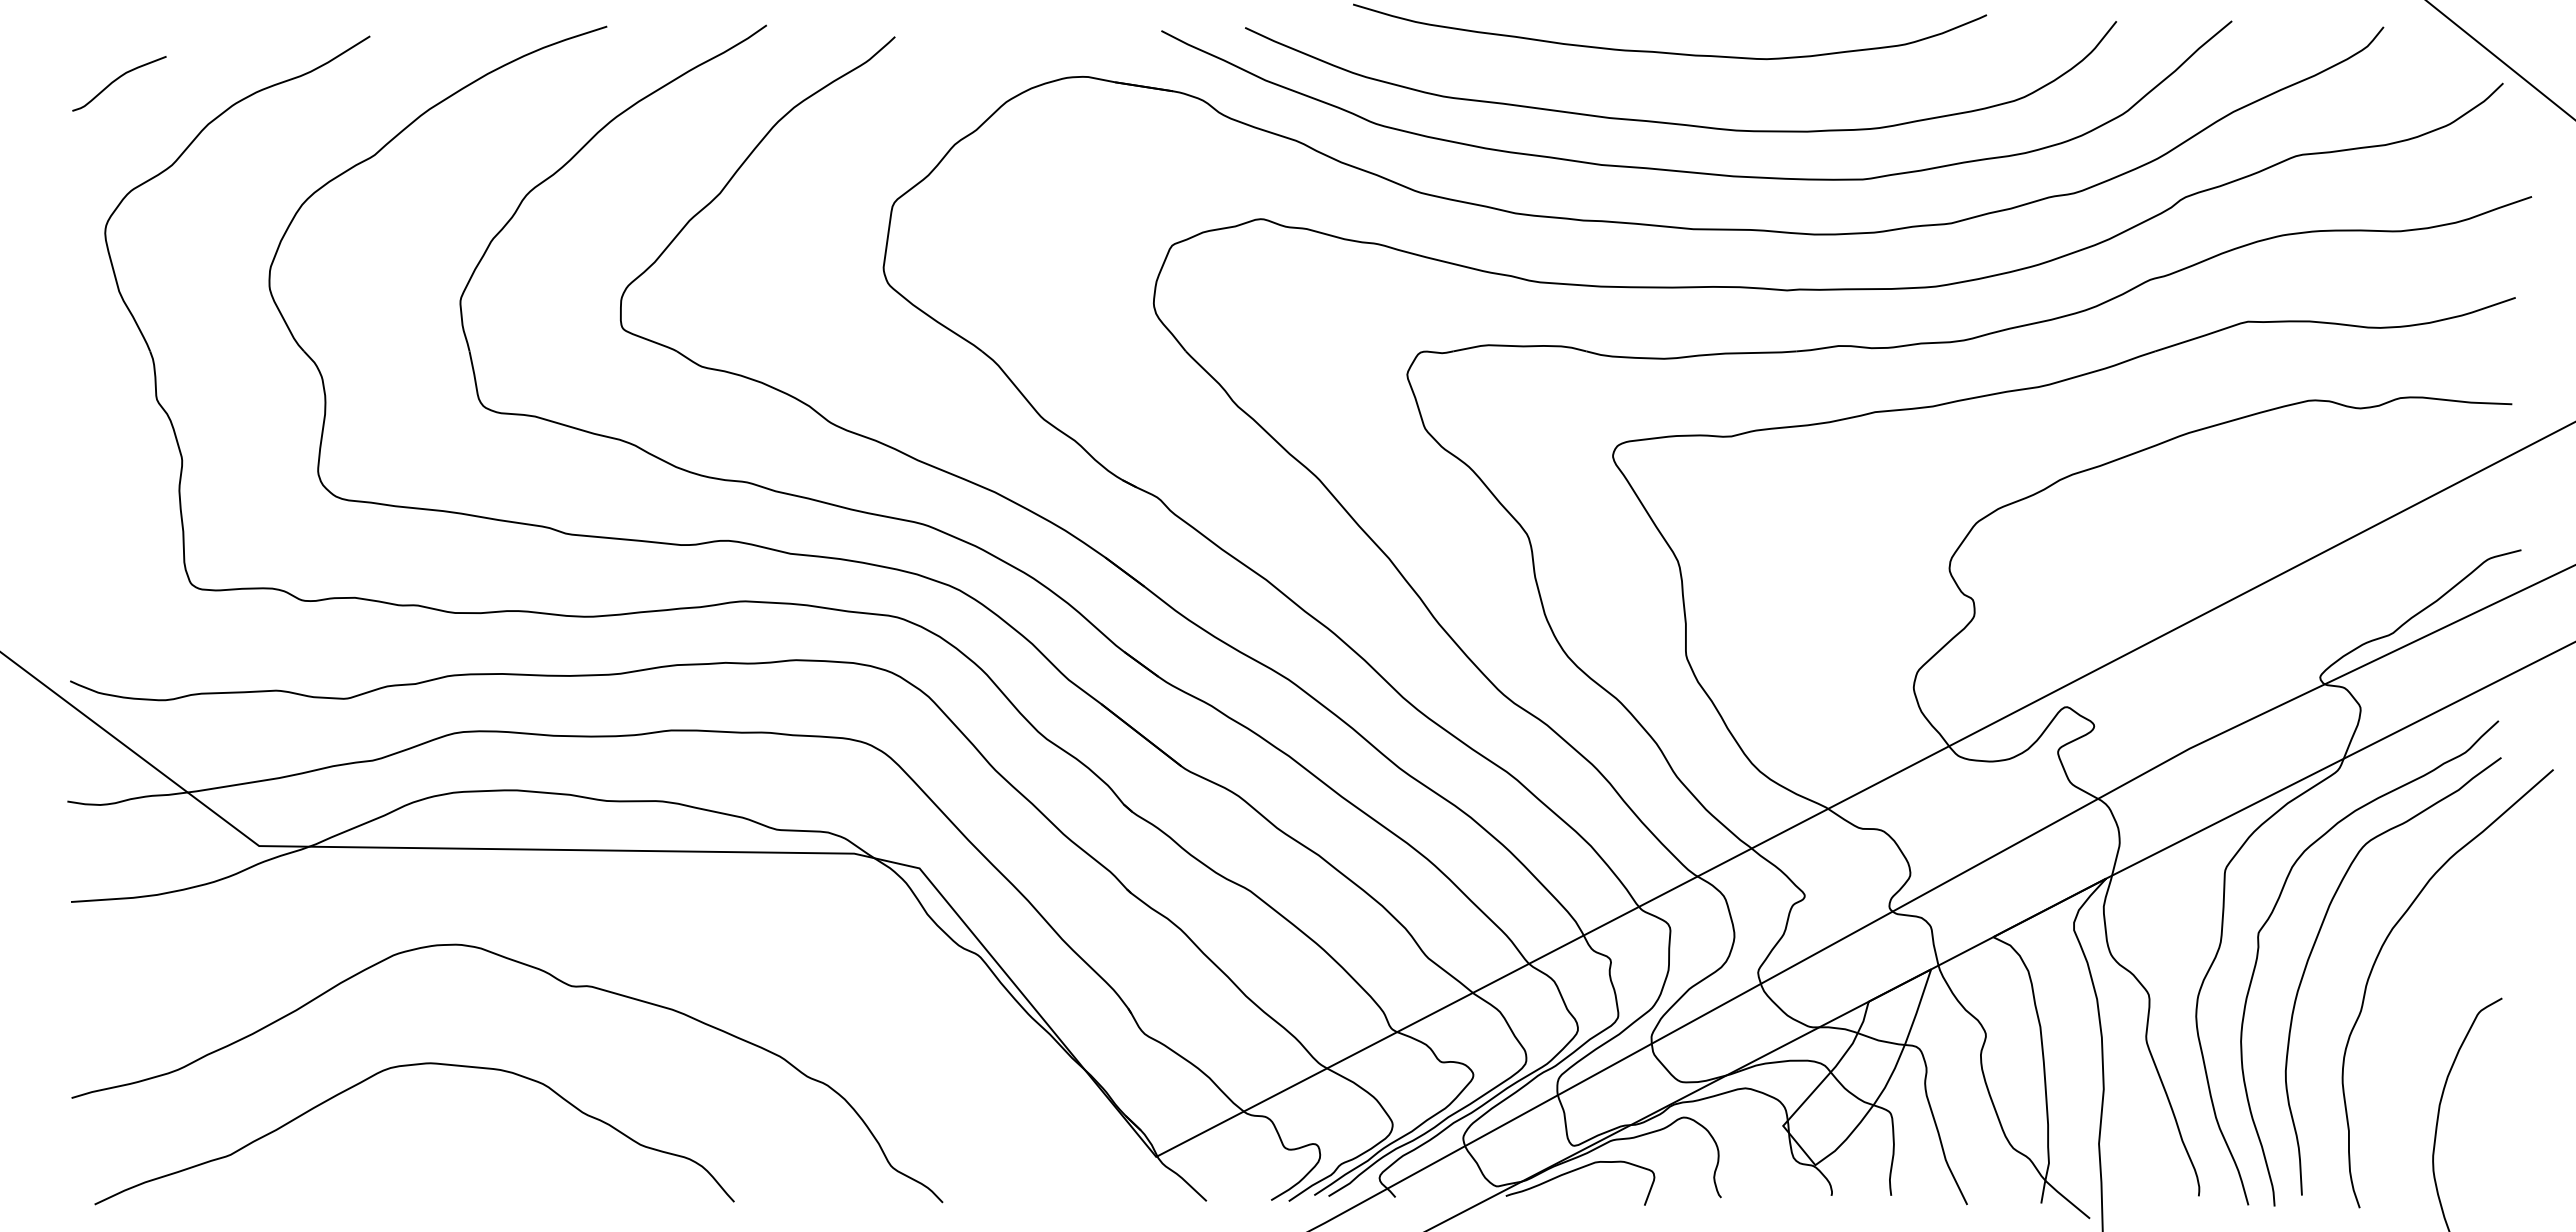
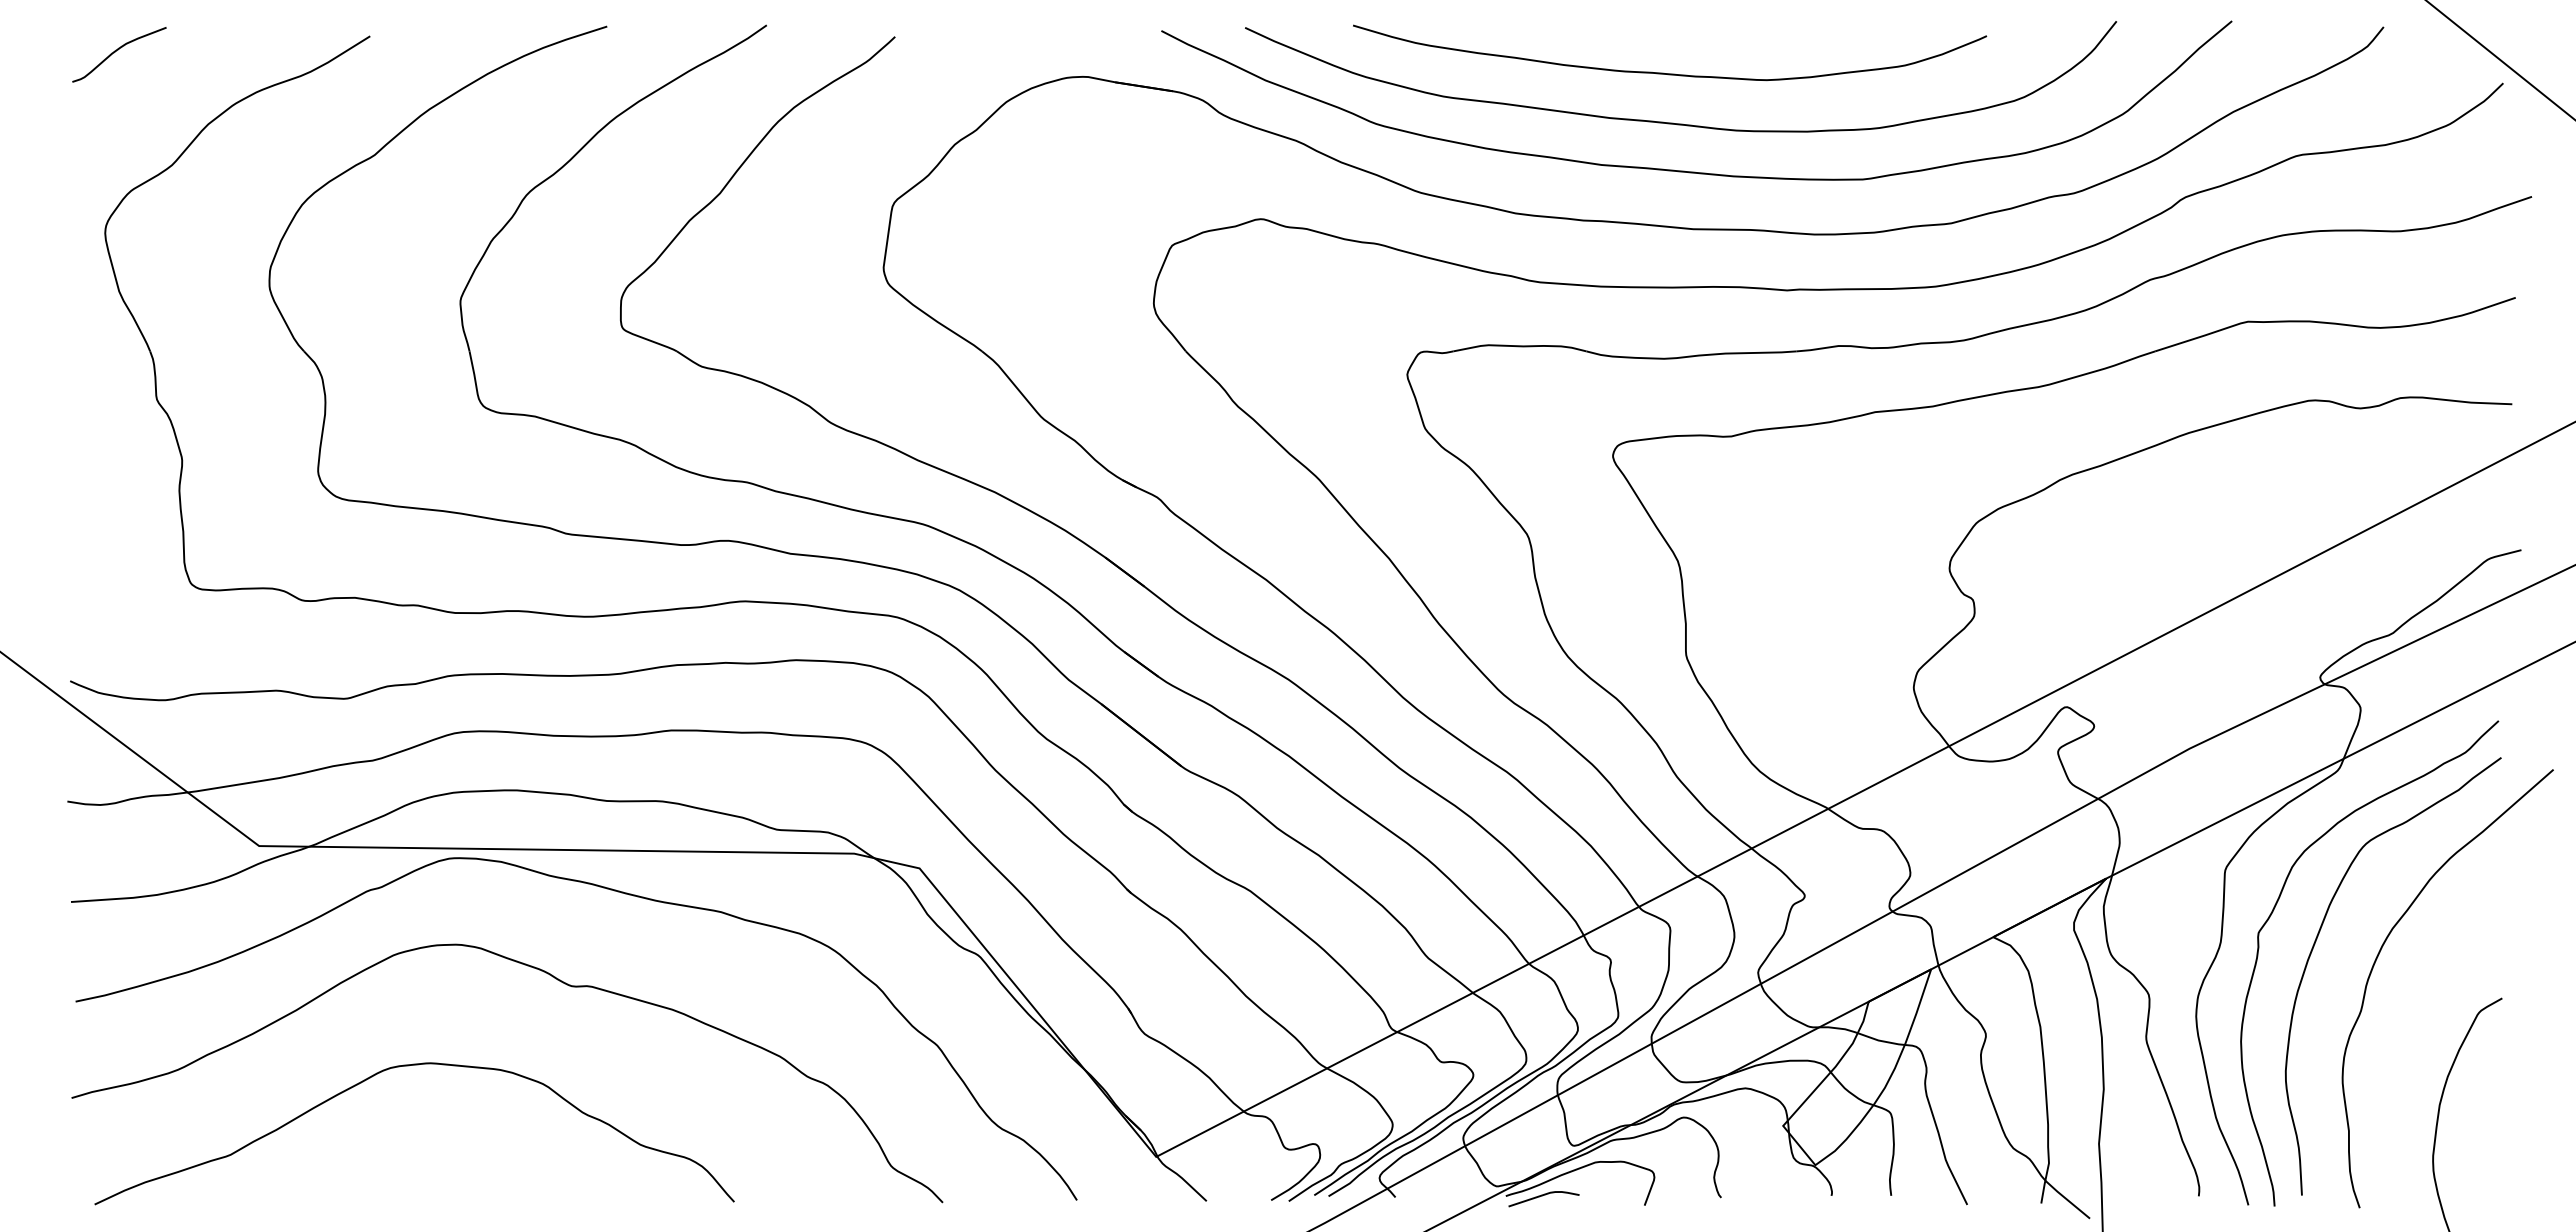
curve at (1670, 52) position: (1670, 52) -> (1670, 73)
curve at (118, 79) position: (118, 79) -> (118, 50)
curve at (617, 892): none -> present
curve at (1542, 1196): none -> present
